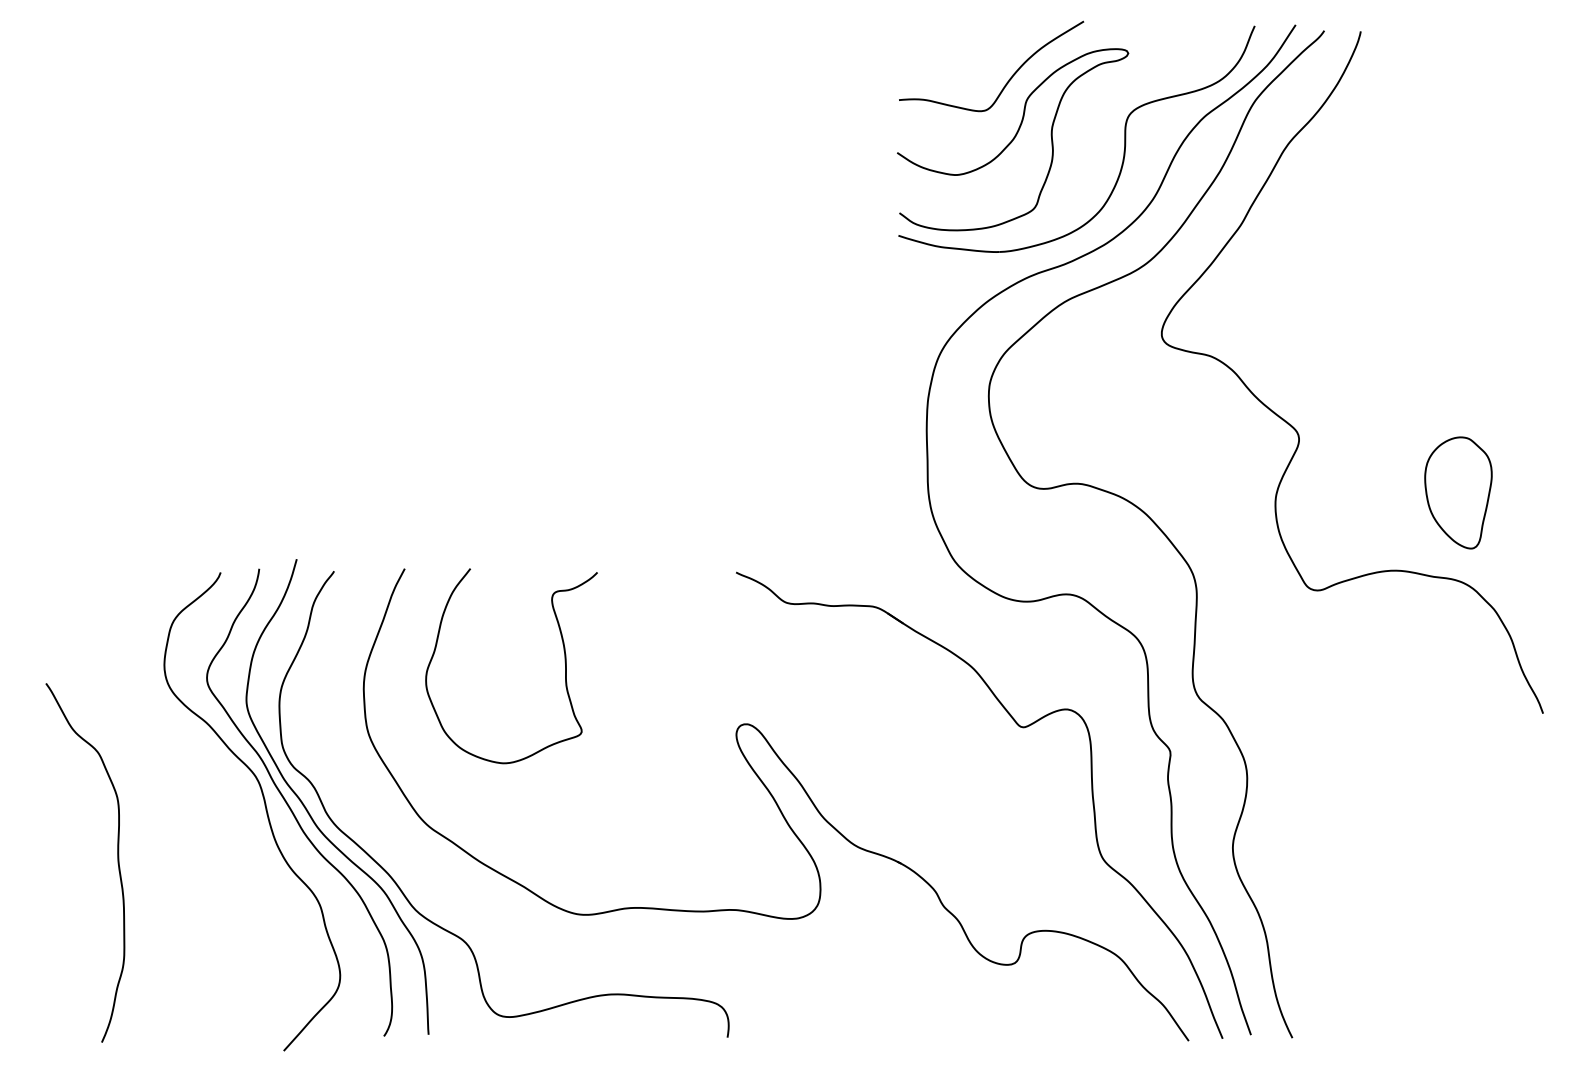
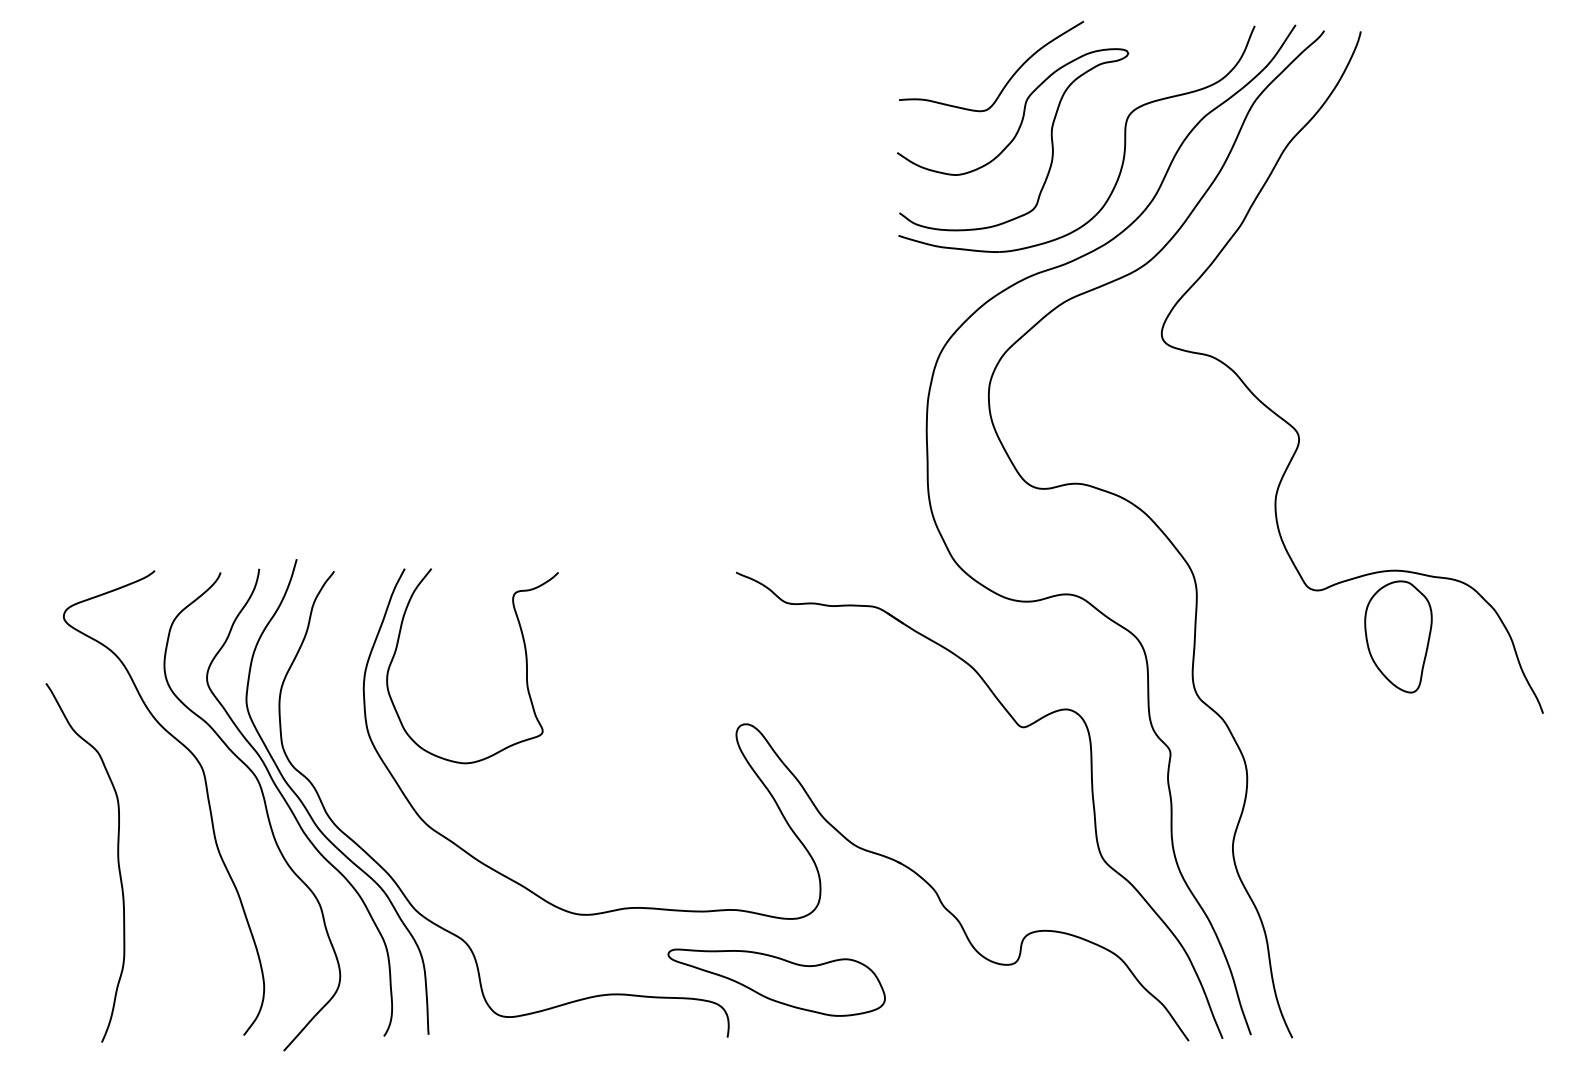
part at (1458, 492) position: (1458, 492) -> (1398, 636)
curve at (564, 662) position: (564, 662) -> (525, 662)
curve at (206, 795): none -> present
part at (776, 982): none -> present
